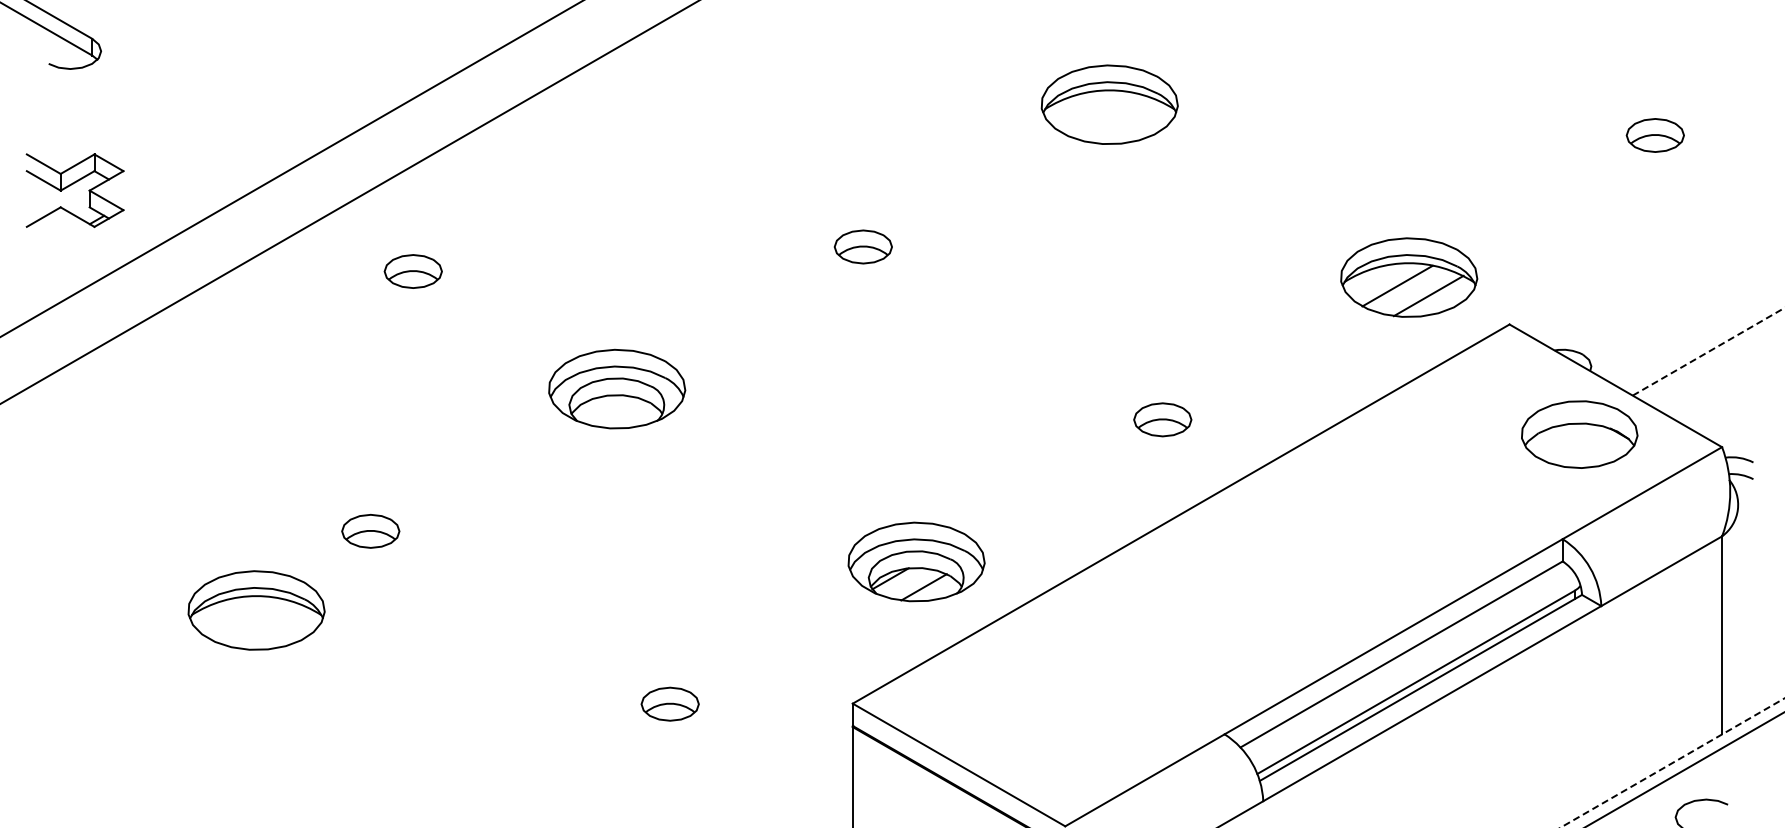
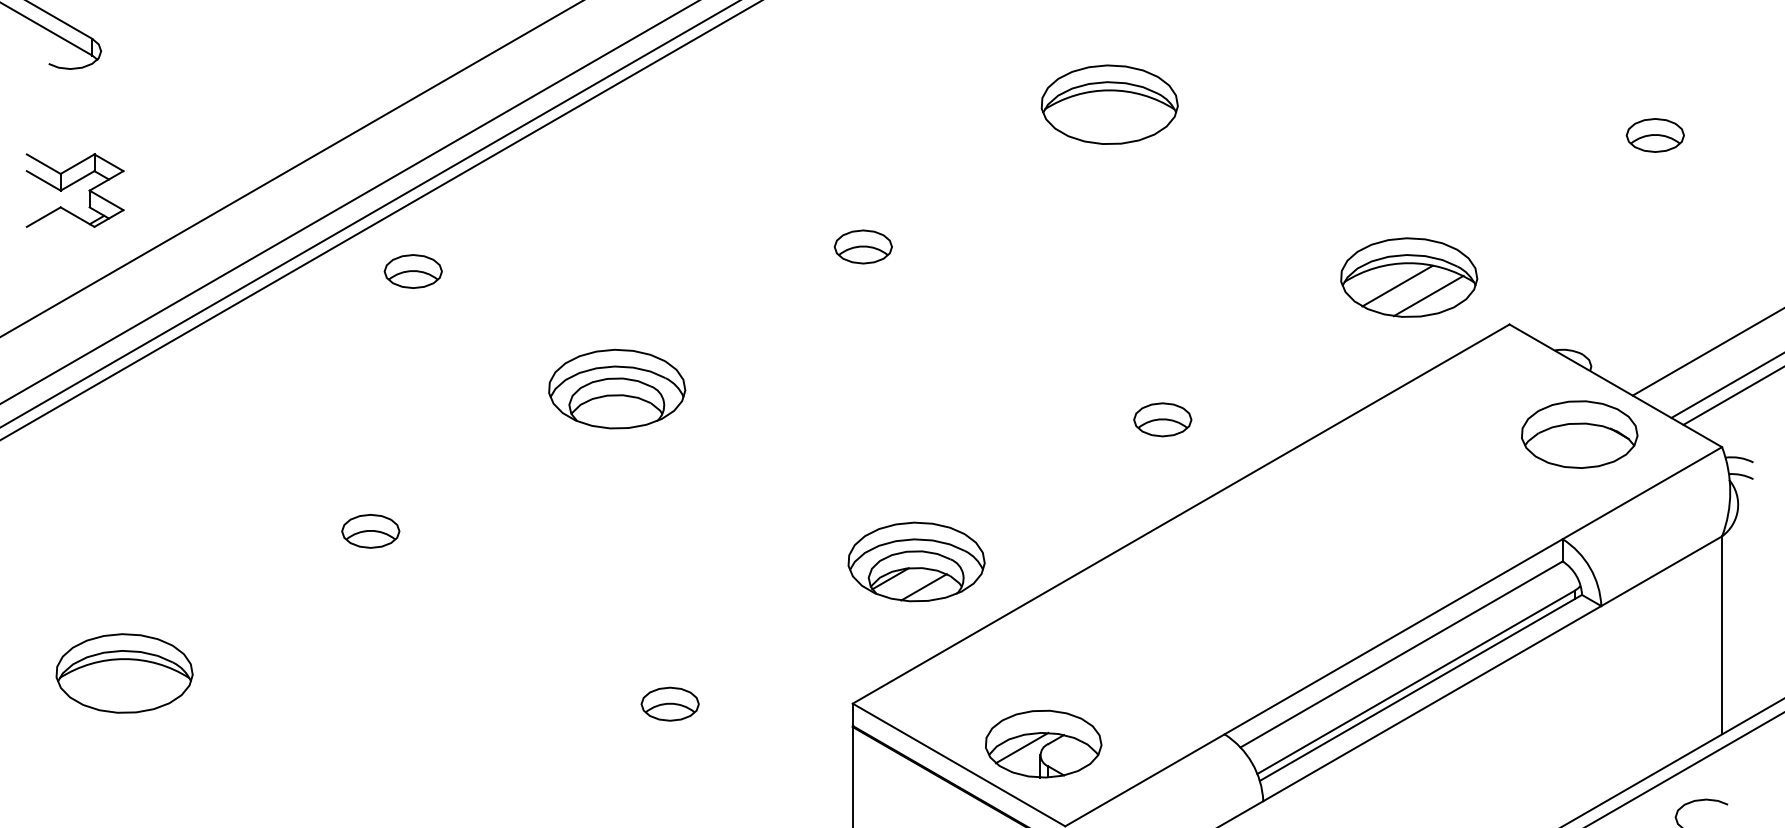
line at (369, 214): none -> present
line at (380, 220): none -> present
line at (1708, 351): dashed -> solid
line at (1726, 385): none -> present
line at (1732, 396): none -> present
part at (256, 610) position: (256, 610) -> (124, 673)
part at (1043, 743): none -> present
line at (1672, 763): dashed -> solid
